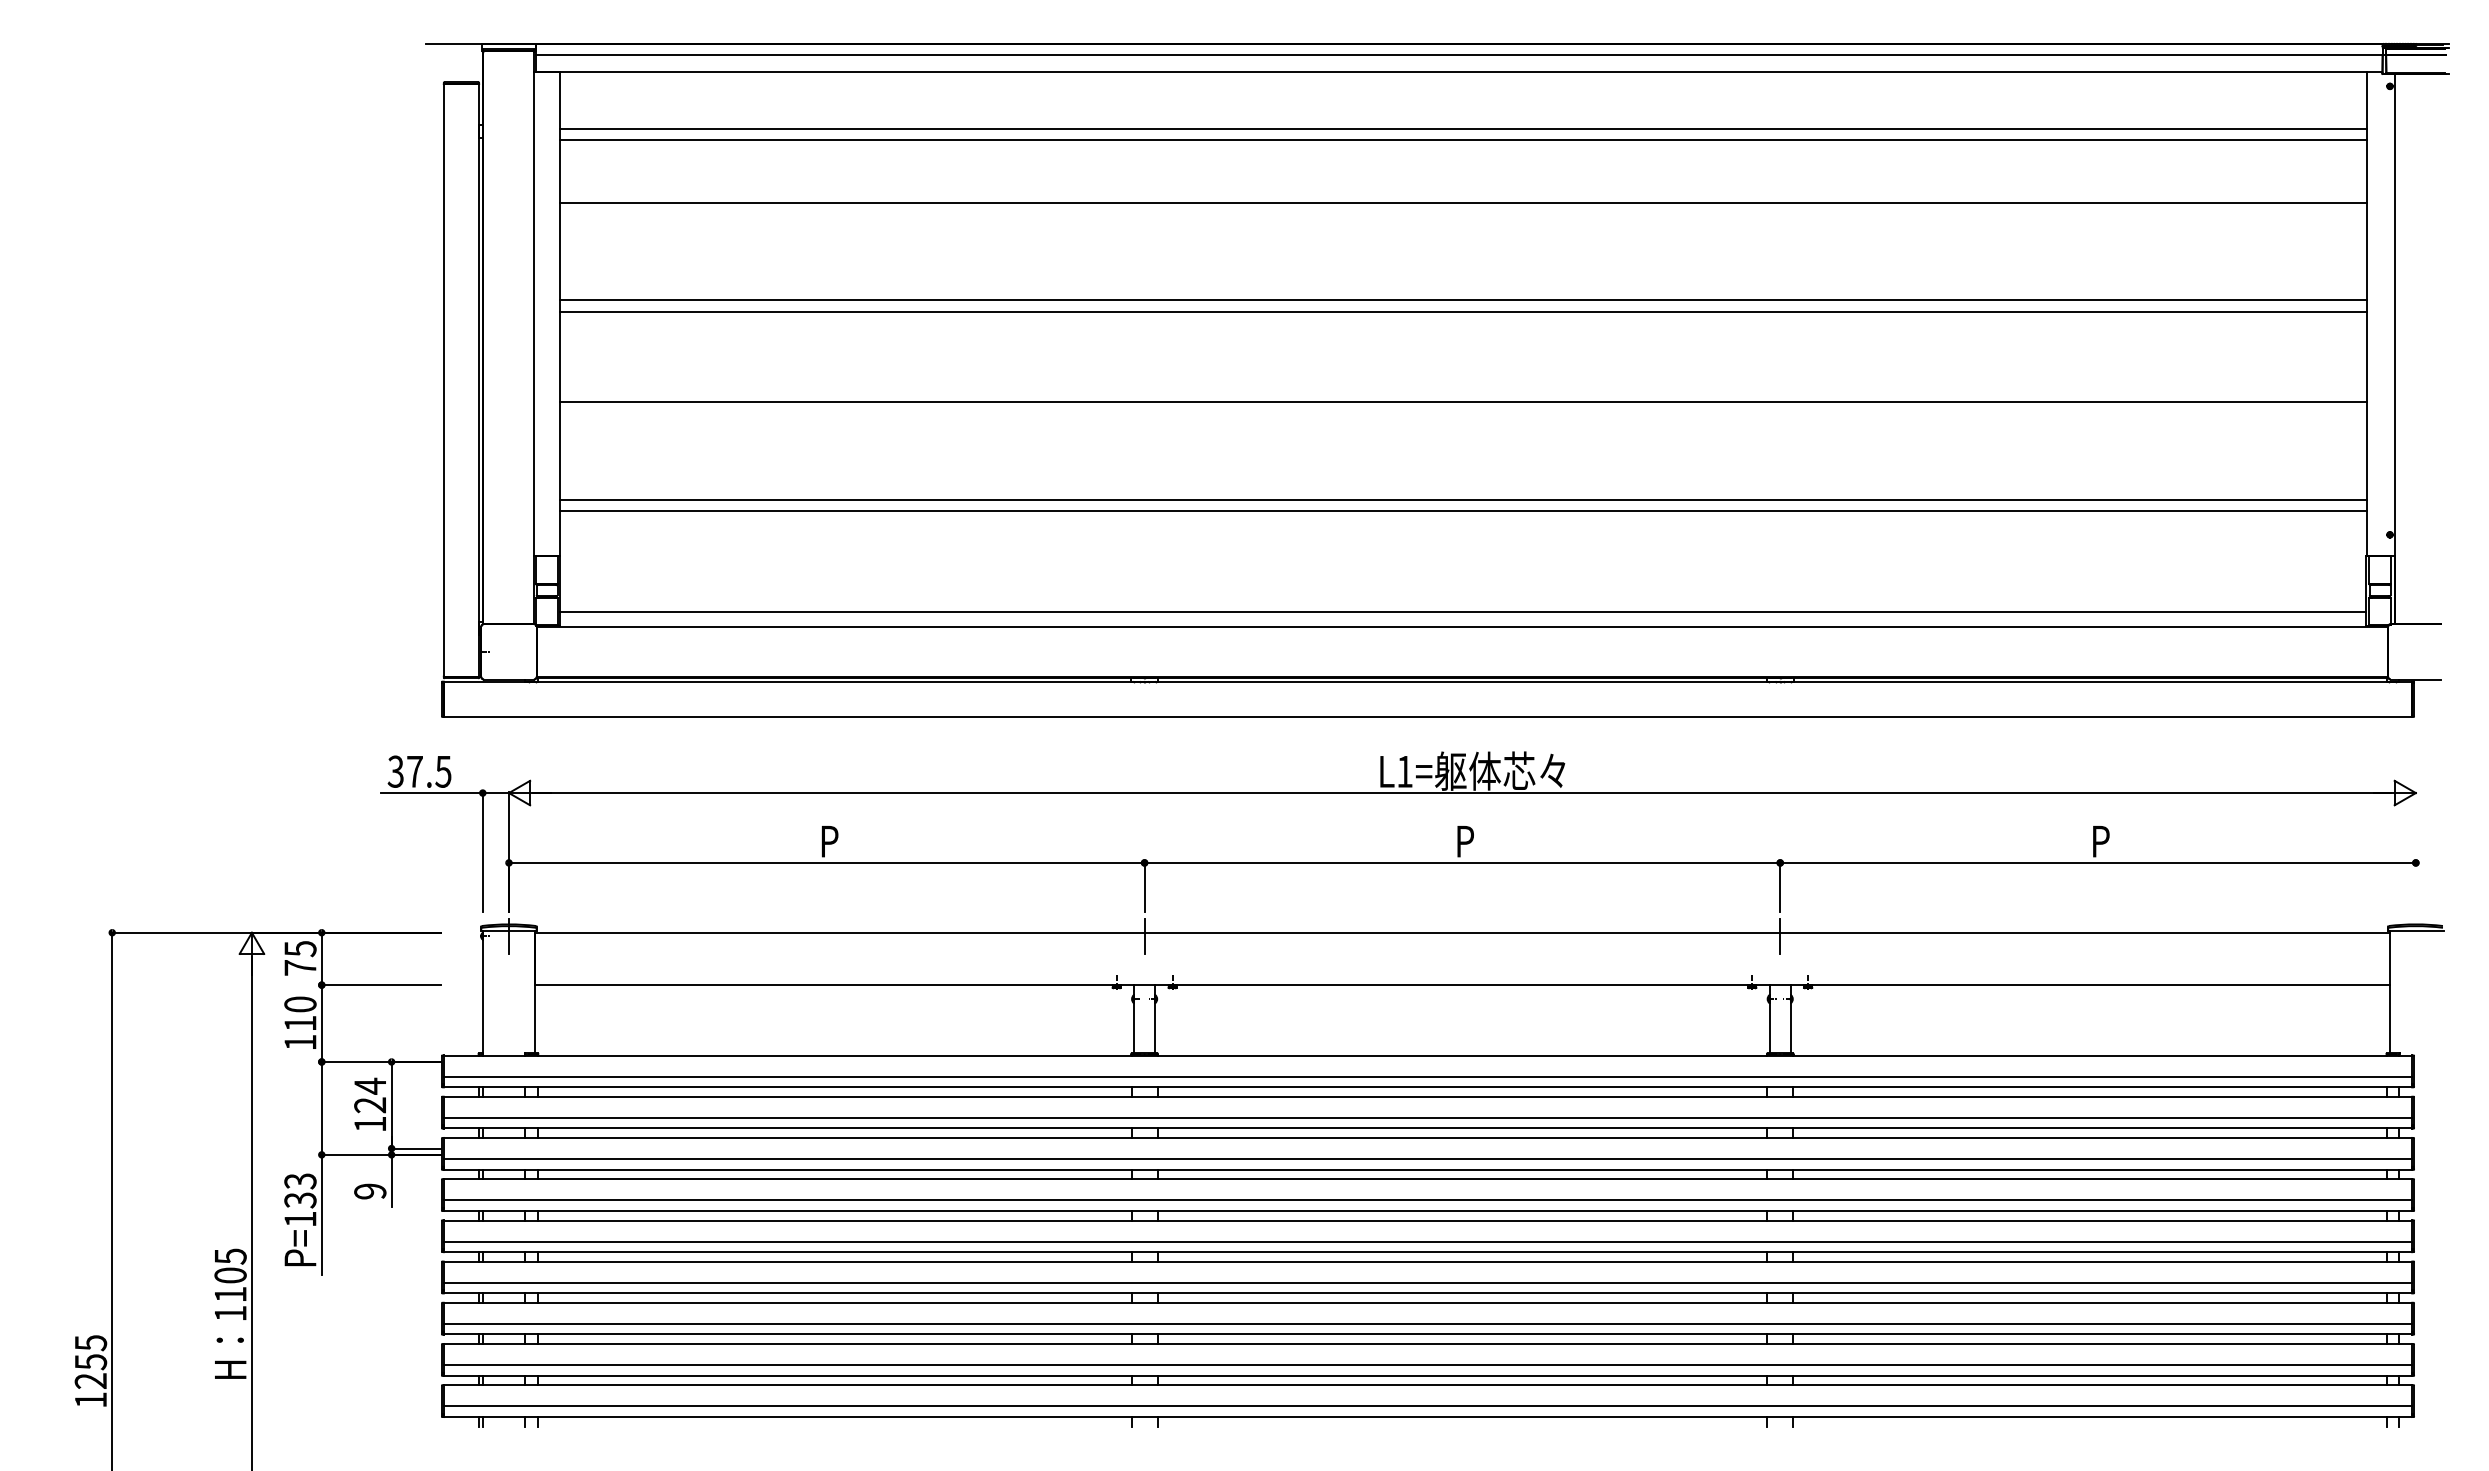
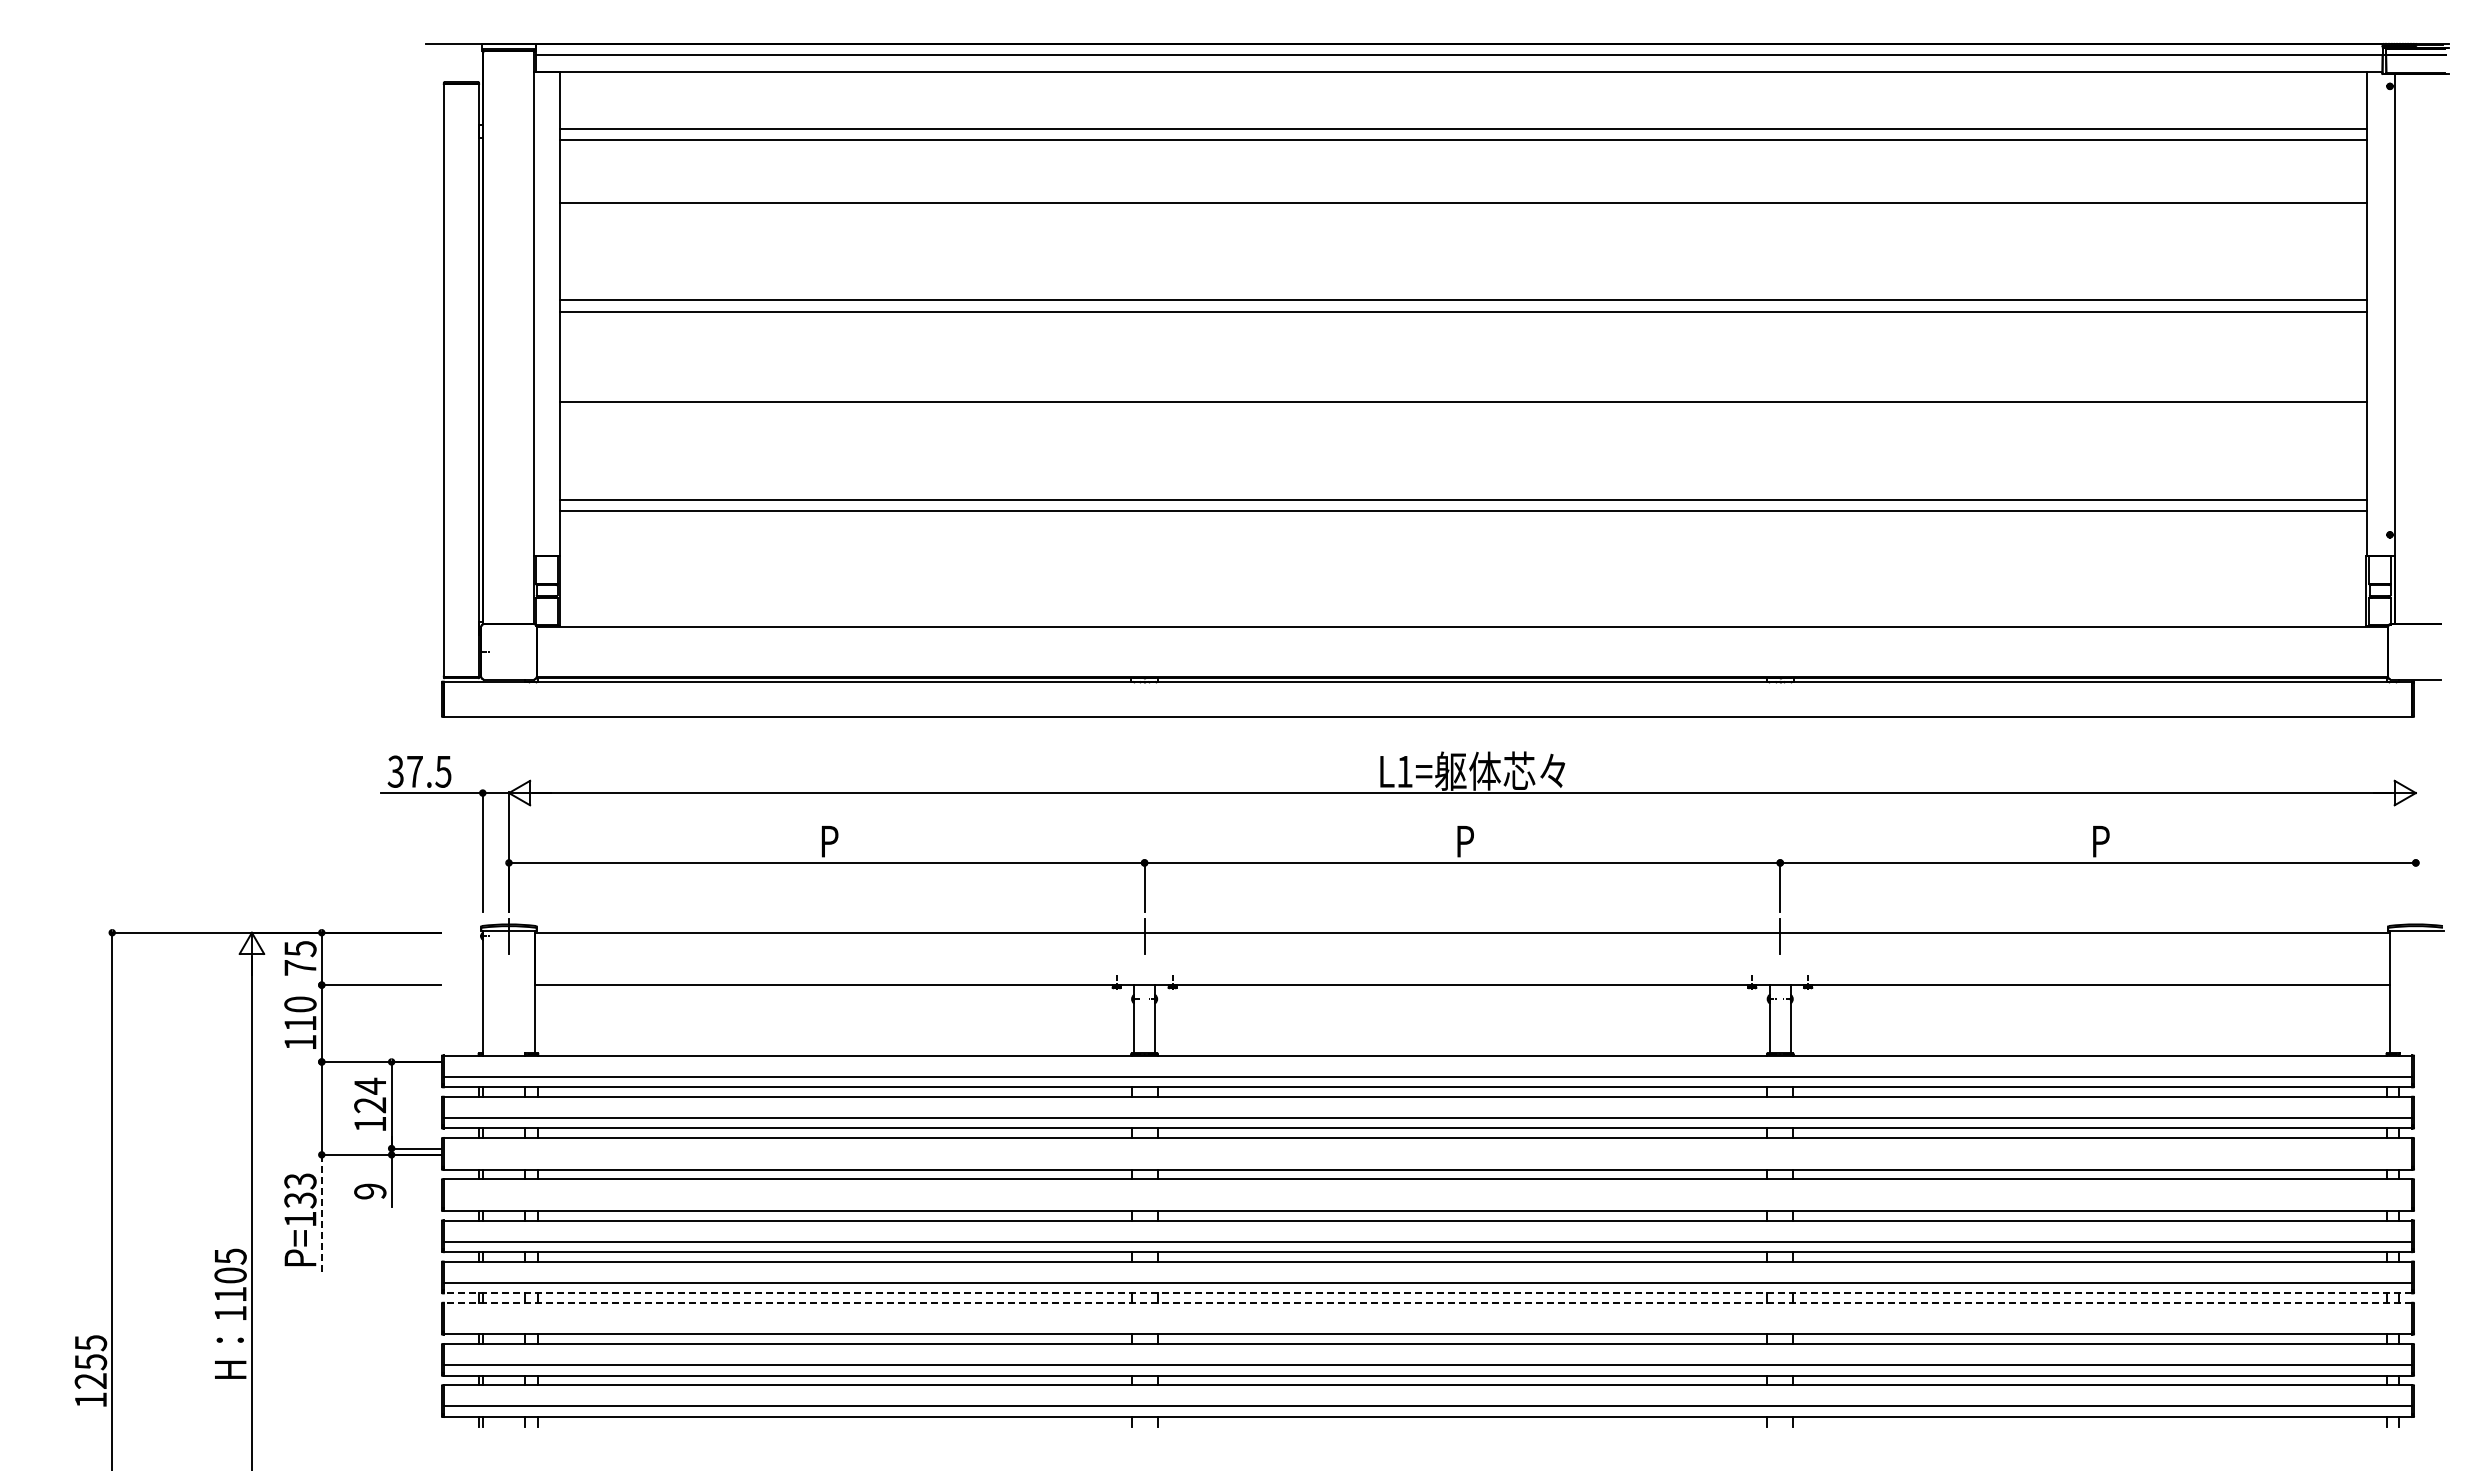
line at (1462, 612): present -> none
line at (1427, 1159): present -> none
line at (1427, 1200): present -> none
line at (321, 1215): solid -> dashed
line at (1427, 1293): solid -> dashed
line at (1427, 1302): solid -> dashed
line at (1427, 1323): present -> none
